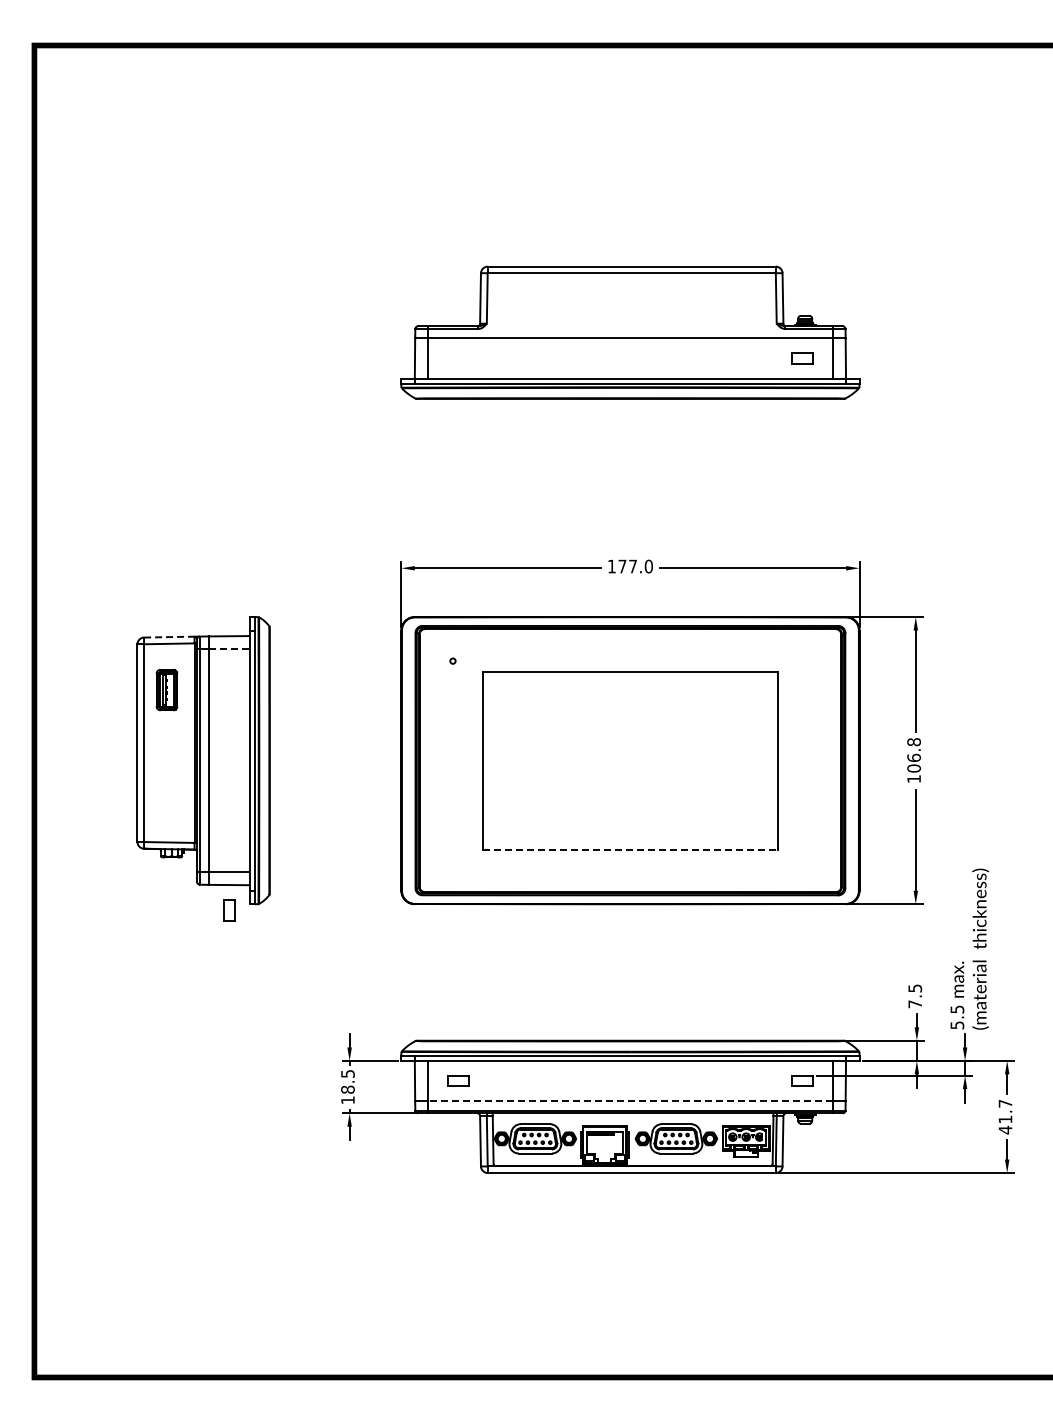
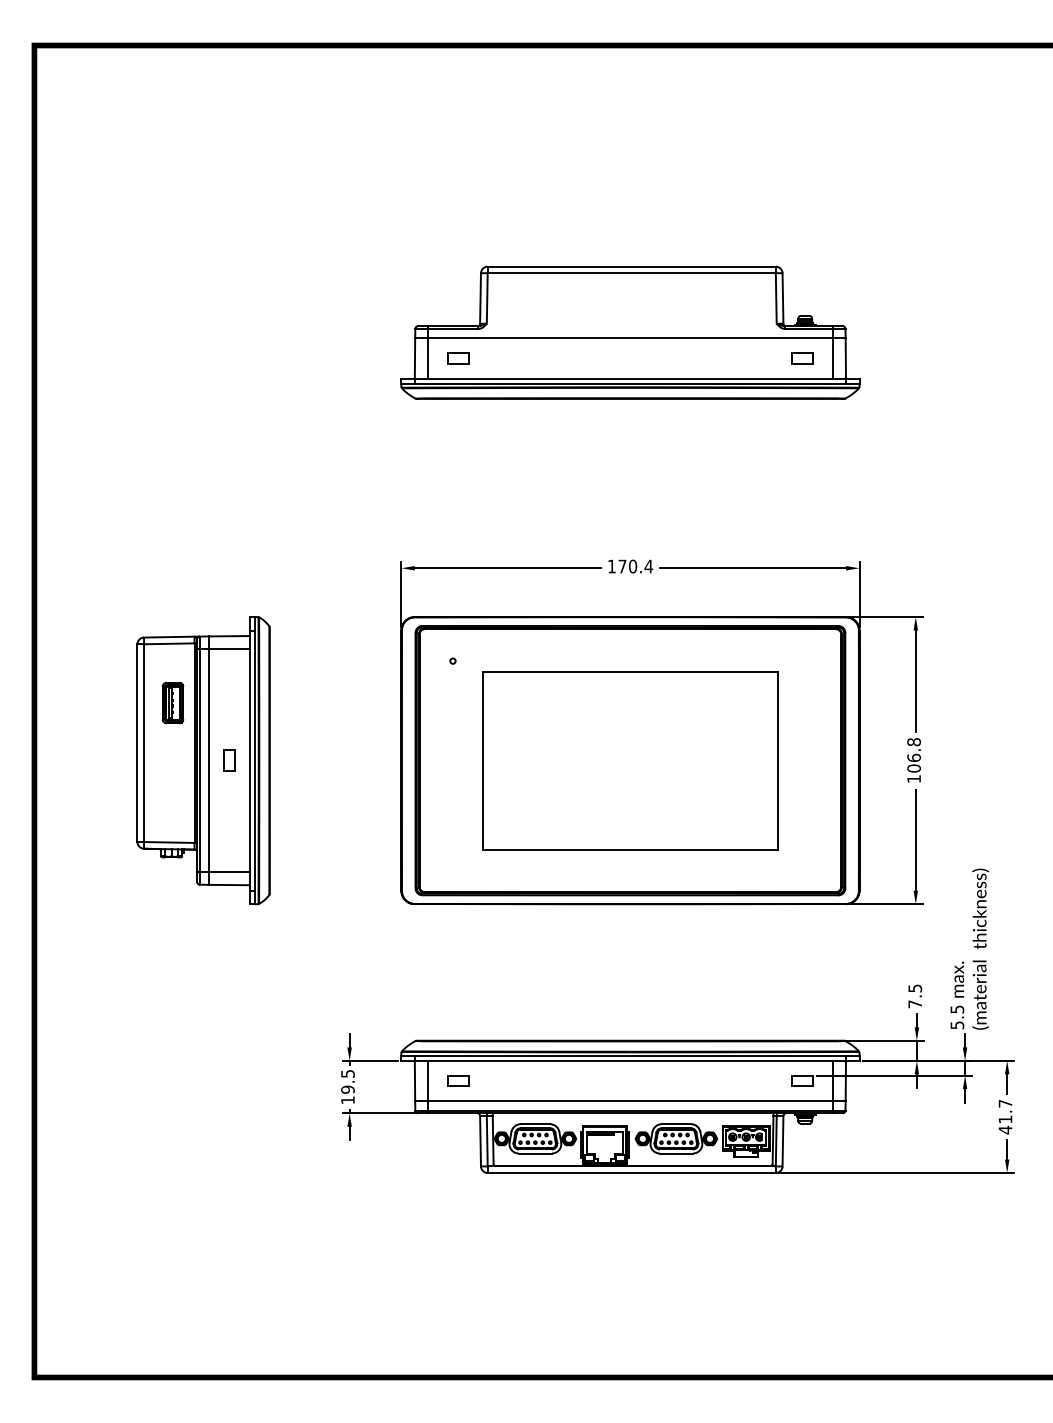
part at (458, 358): none -> present
text at (641, 566): 177.0 -> 170.4
line at (169, 637): dashed -> solid
line at (229, 649): dashed -> solid
part at (166, 689) position: (166, 689) -> (172, 702)
line at (630, 849): dashed -> solid
part at (229, 910) position: (229, 910) -> (229, 760)
text at (347, 1089): 18.5 -> 19.5
line at (629, 1101): dashed -> solid
